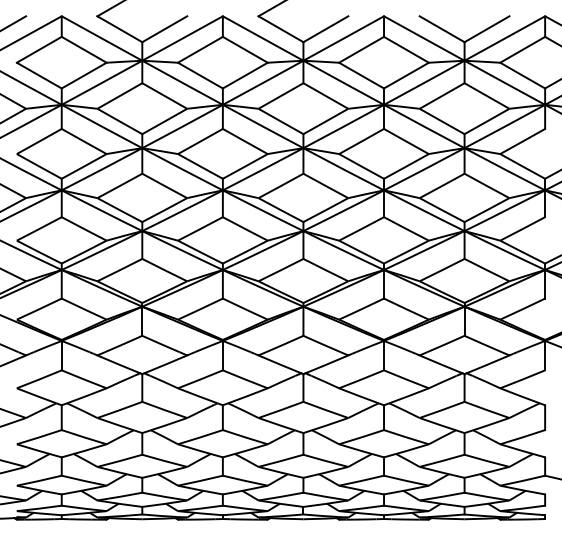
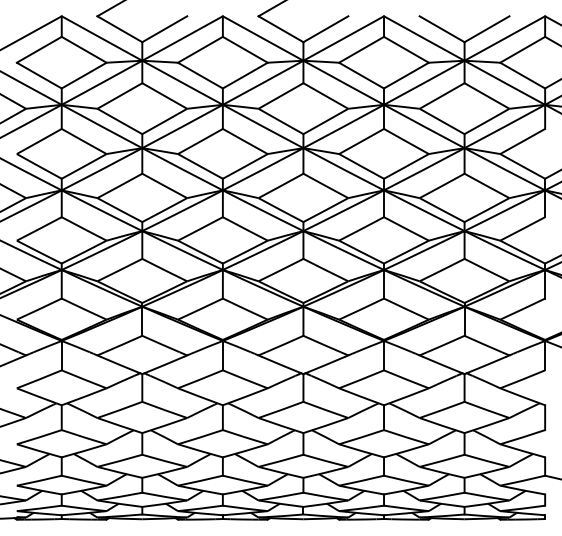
line at (14, 23): present -> none
